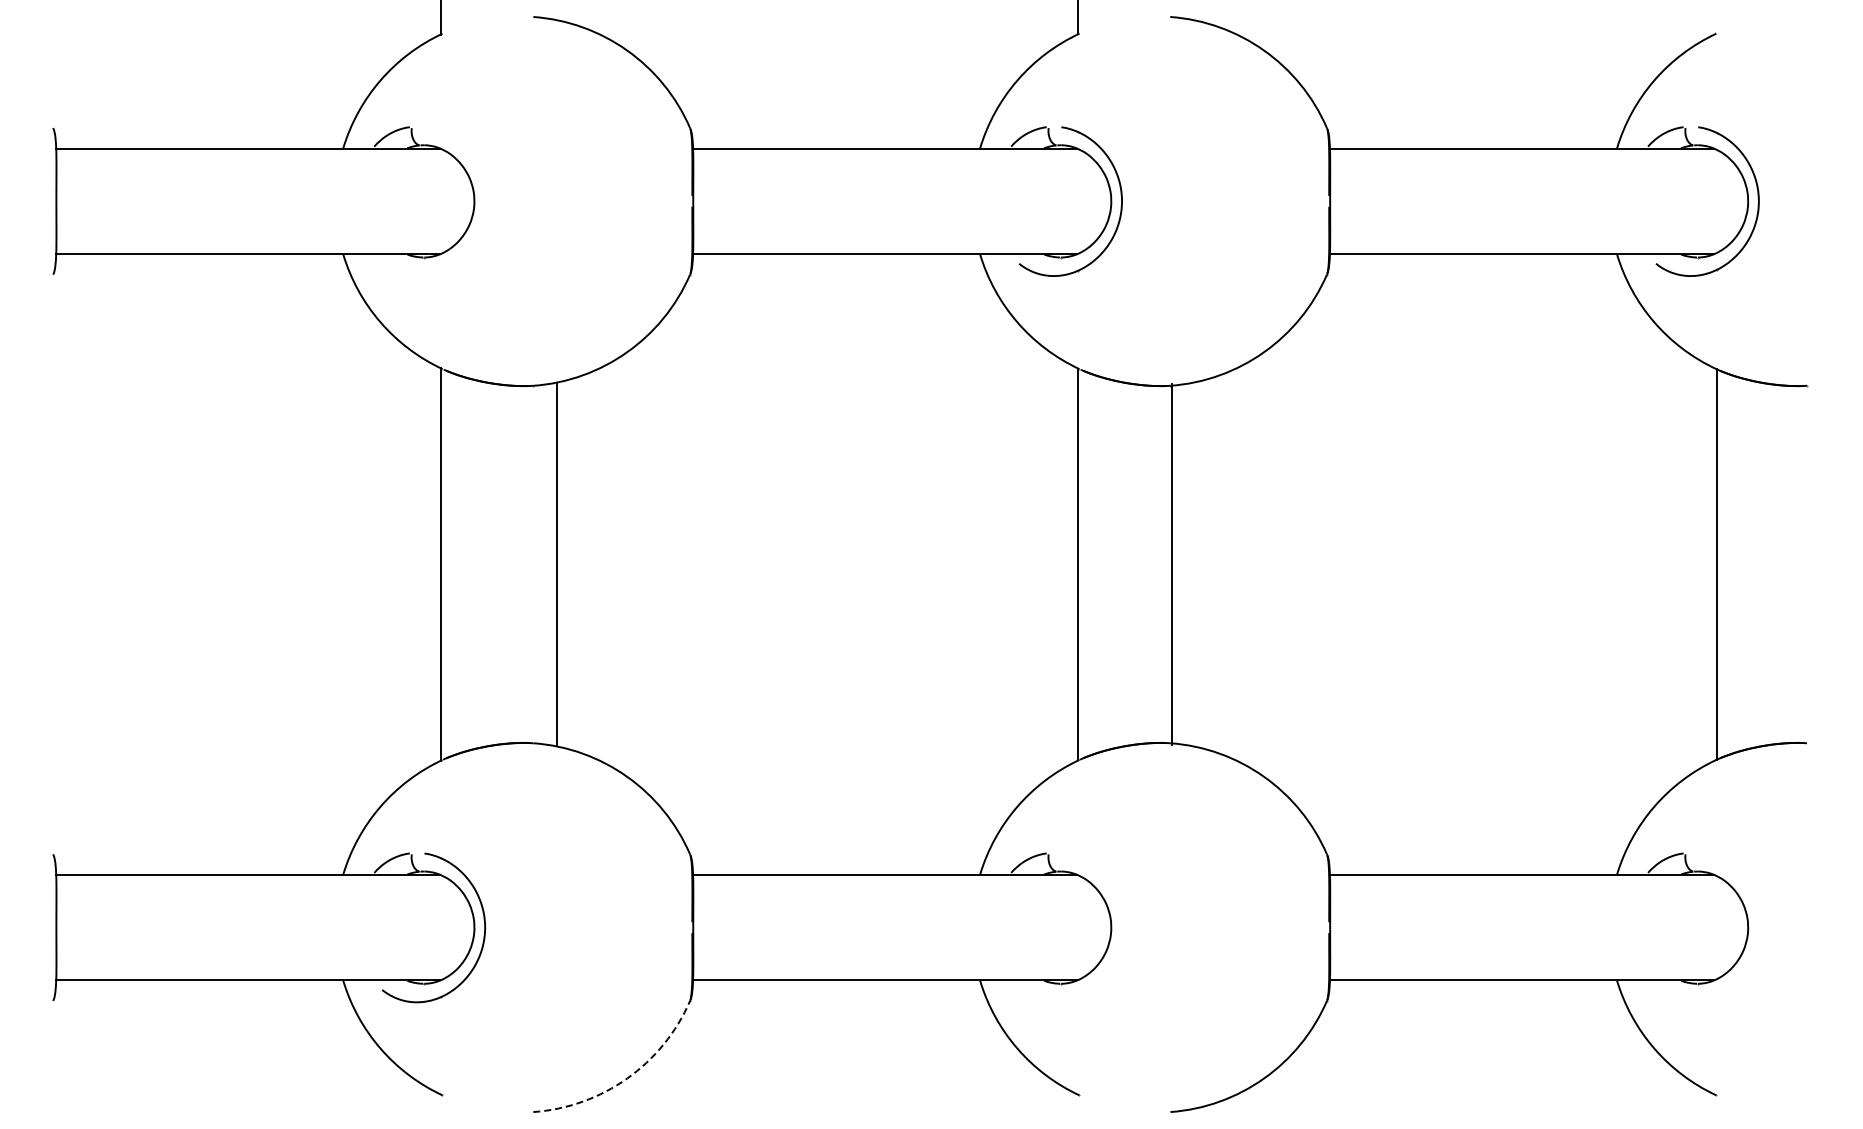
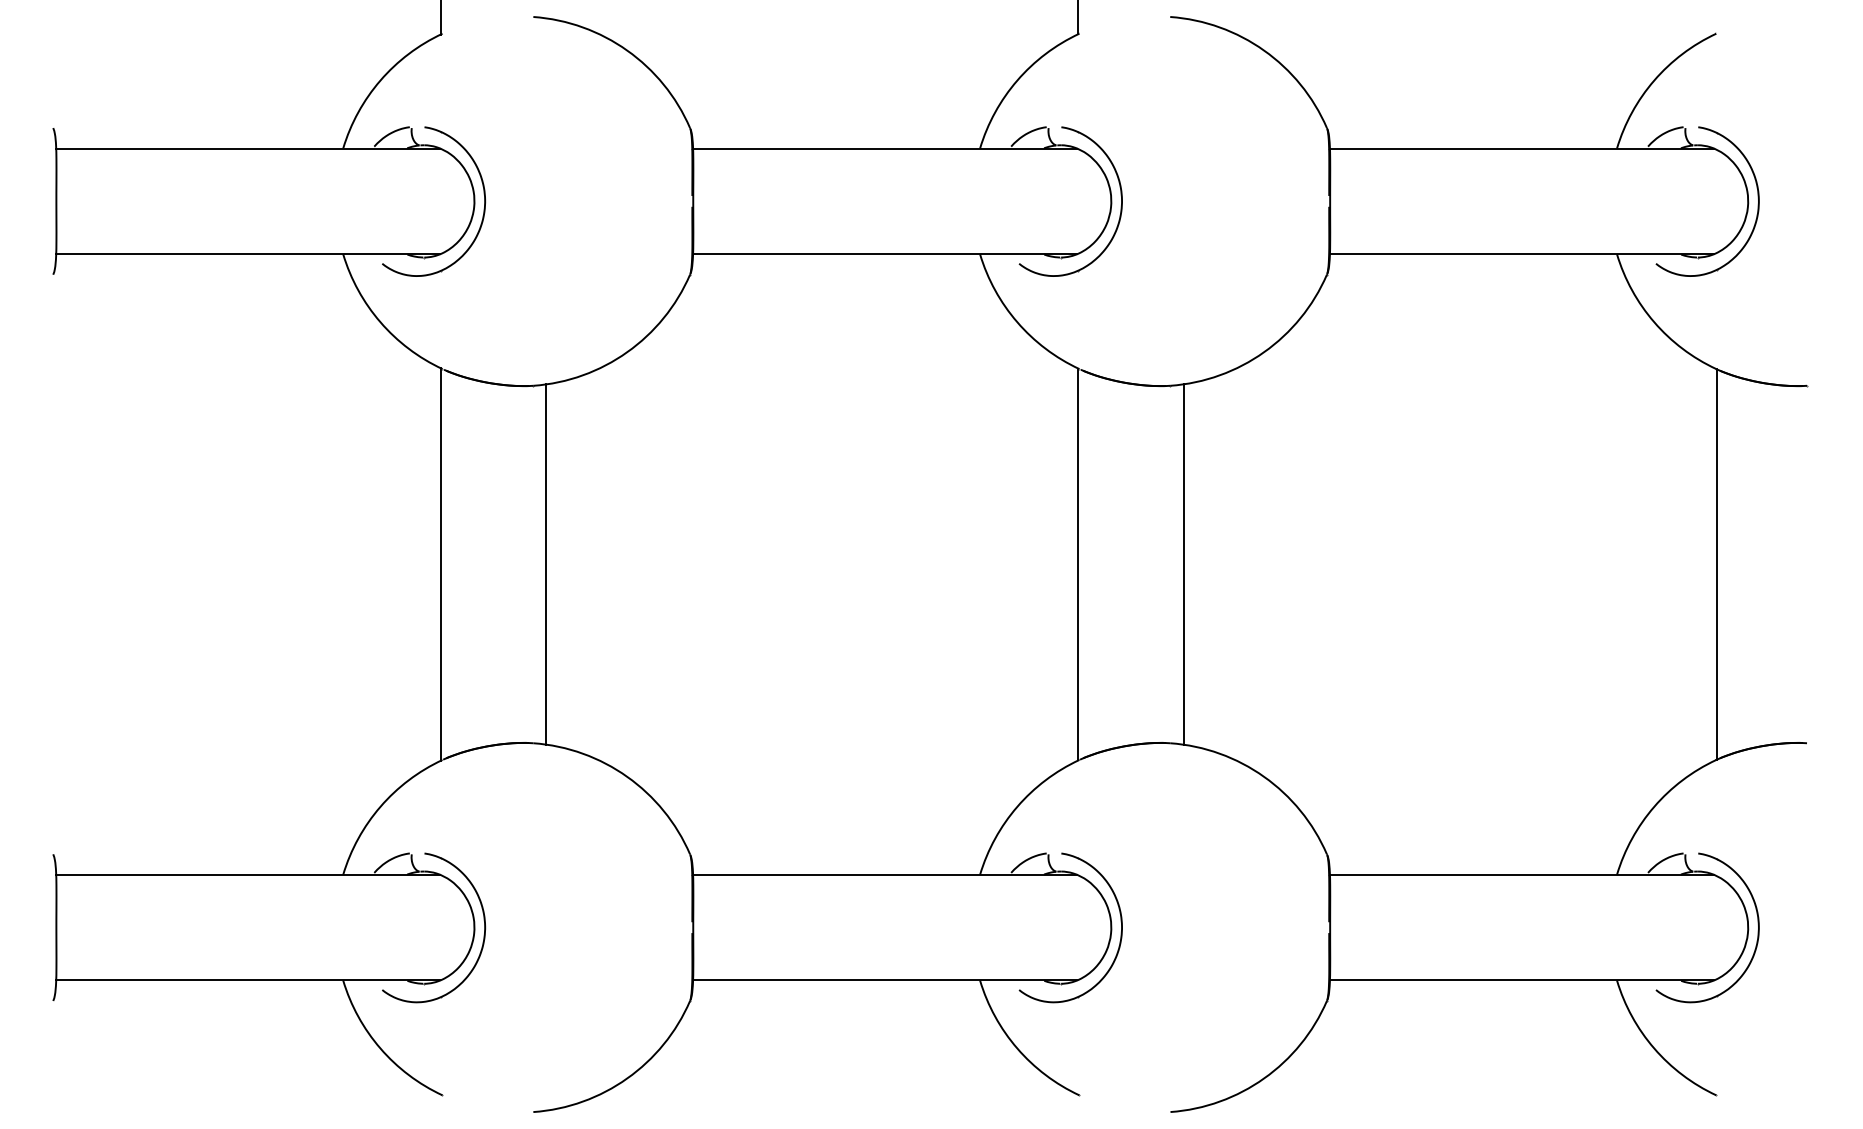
part at (483, 194): none -> present
line at (557, 564) position: (557, 564) -> (546, 564)
line at (1171, 564) position: (1171, 564) -> (1183, 564)
part at (1757, 924): none -> present
part at (1120, 932): none -> present
arc at (627, 1078): dashed -> solid
